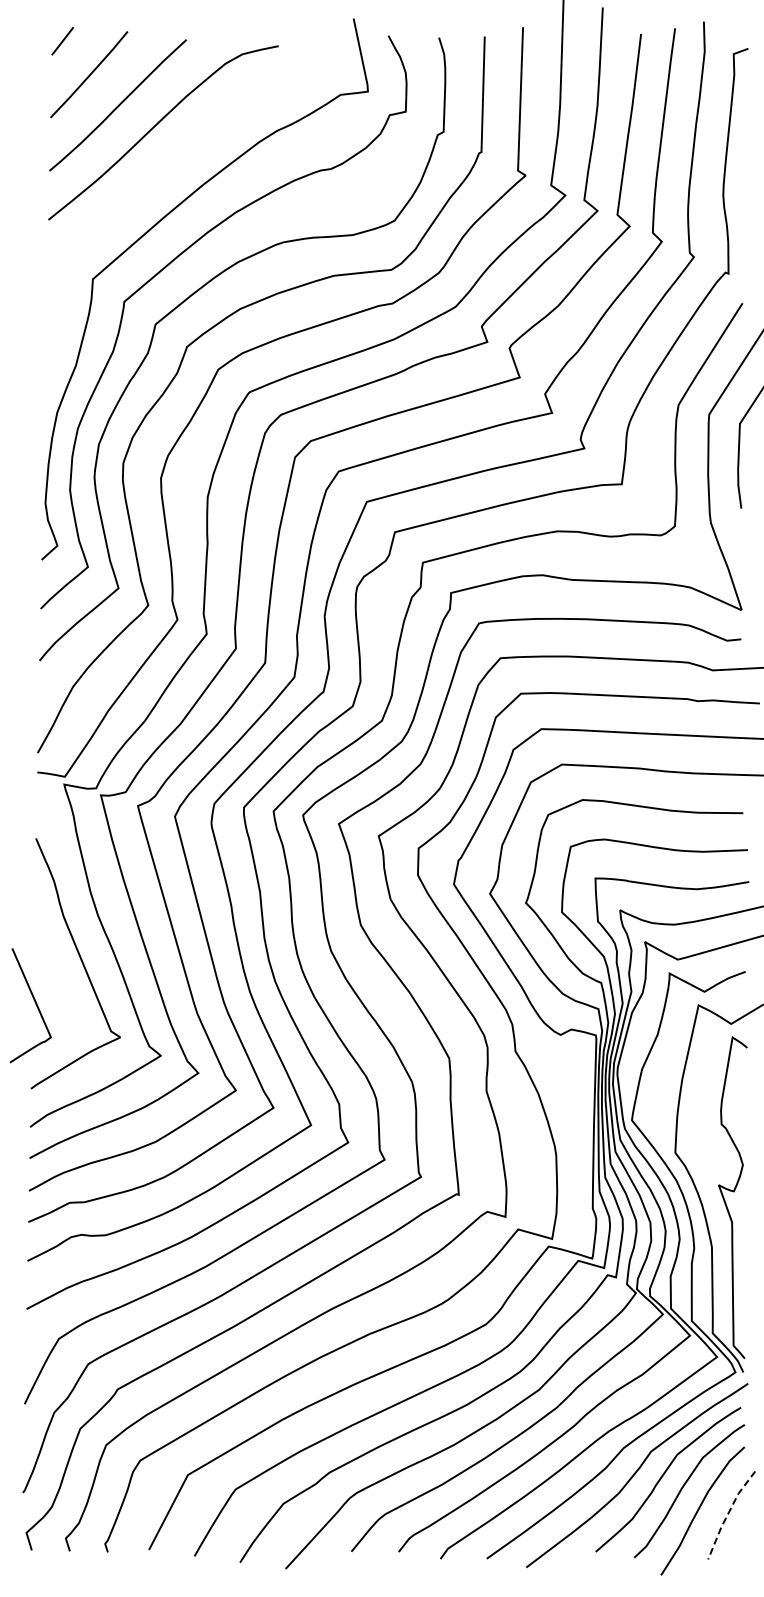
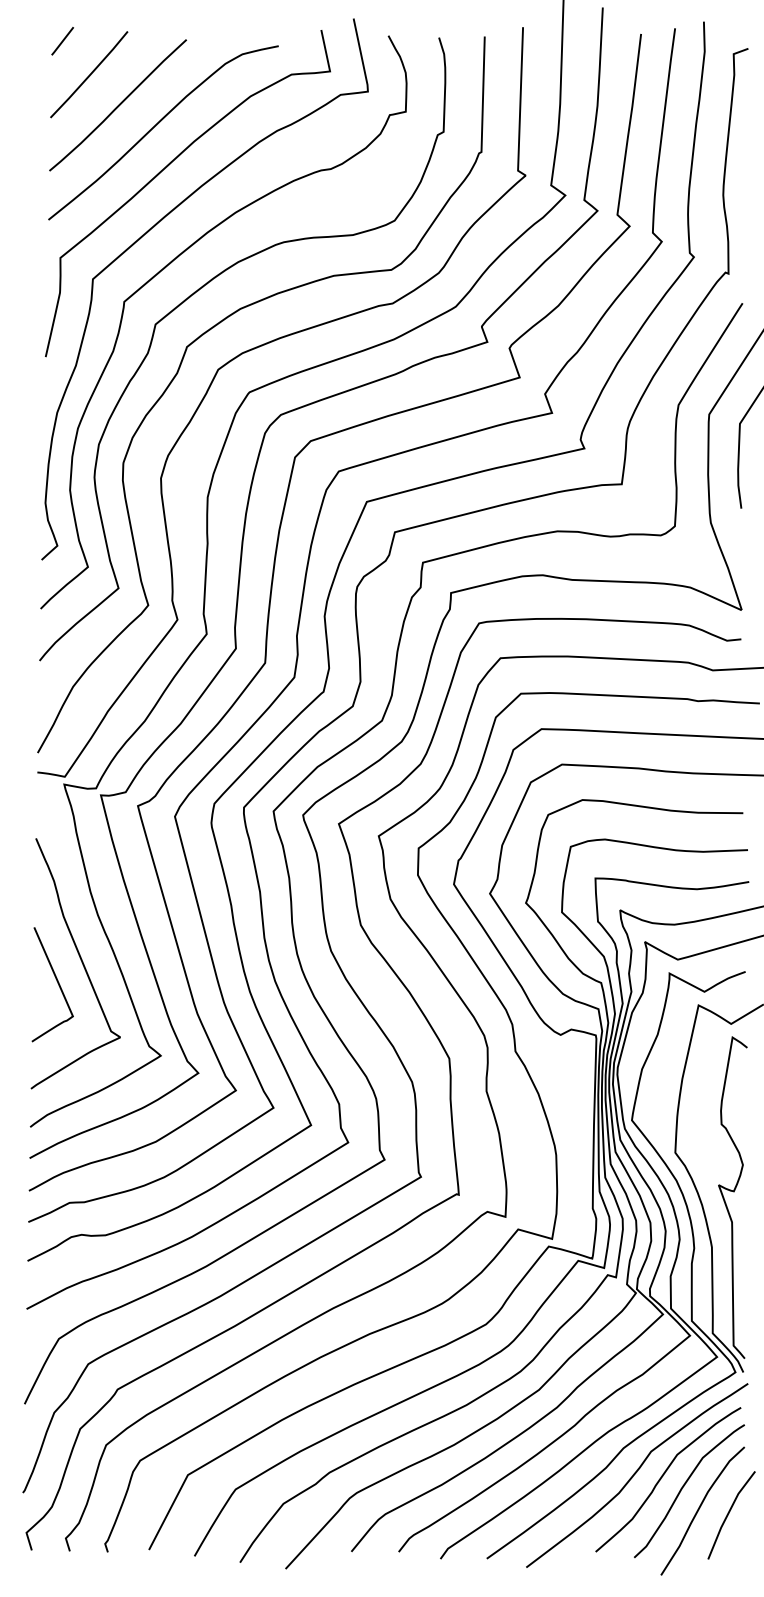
curve at (166, 168): none -> present
curve at (34, 1002) position: (34, 1002) -> (56, 981)
line at (728, 1514): dashed -> solid
